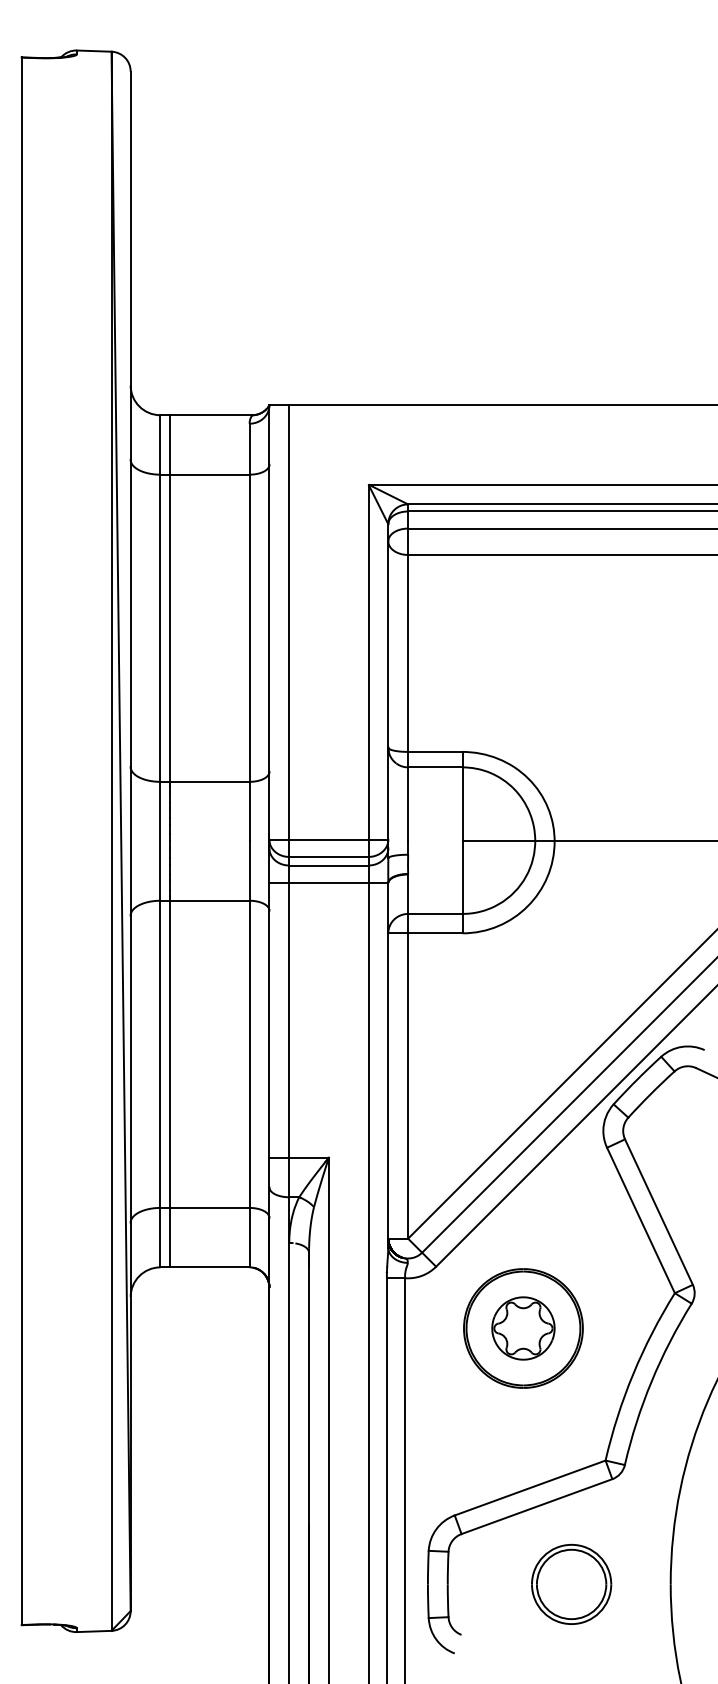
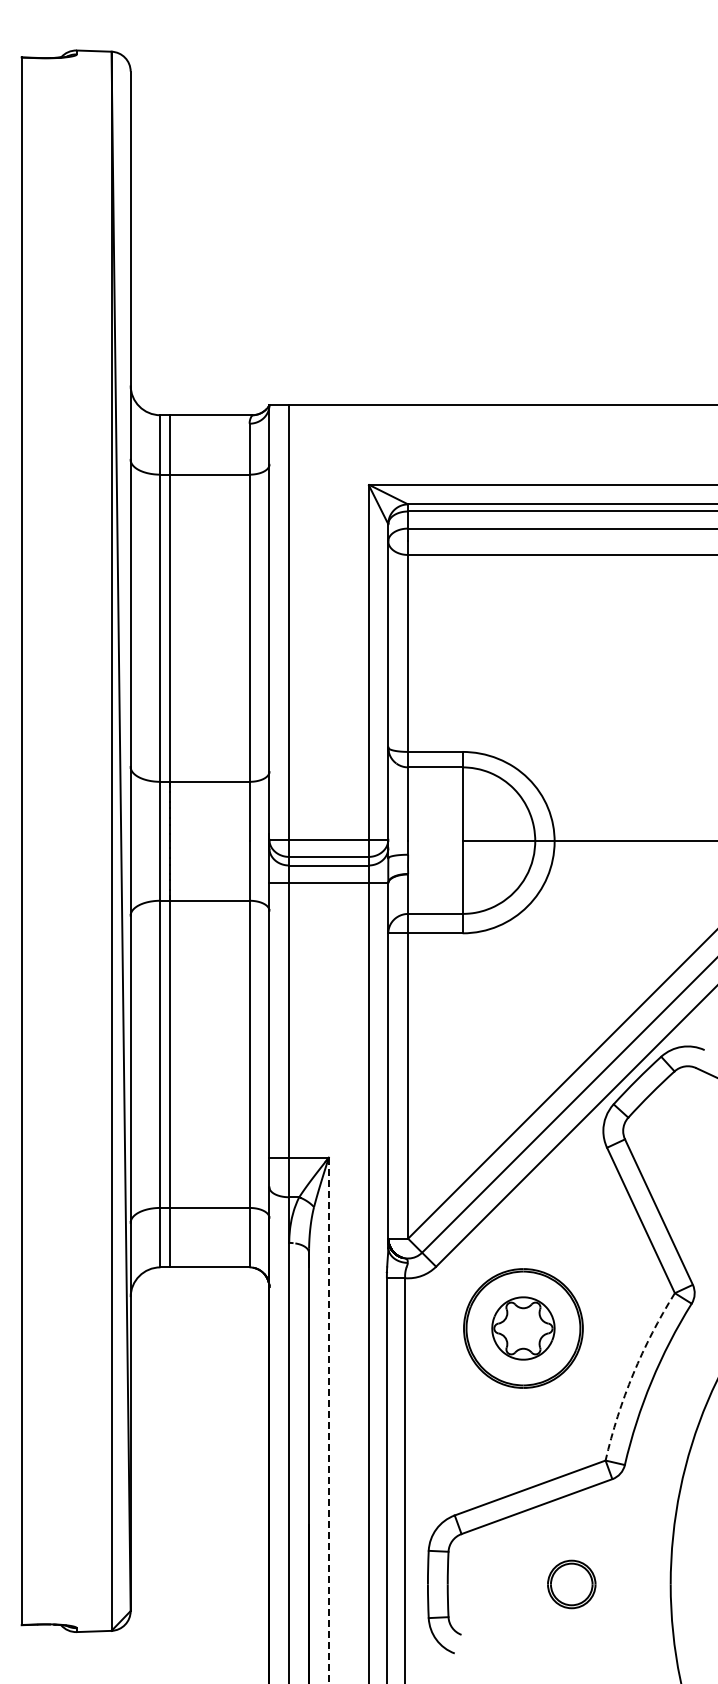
arc at (633, 1374): solid -> dashed
line at (328, 1420): solid -> dashed
part at (571, 1584) size: 82x81 px -> 50x51 px
